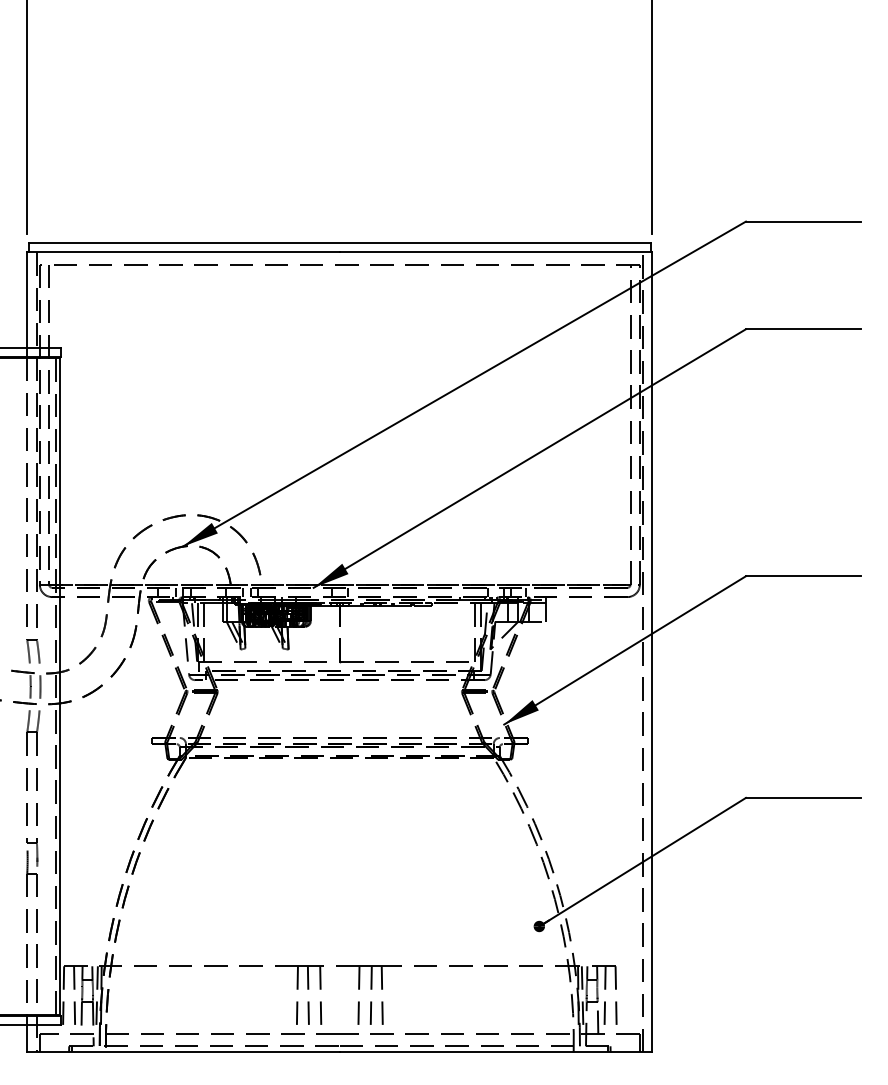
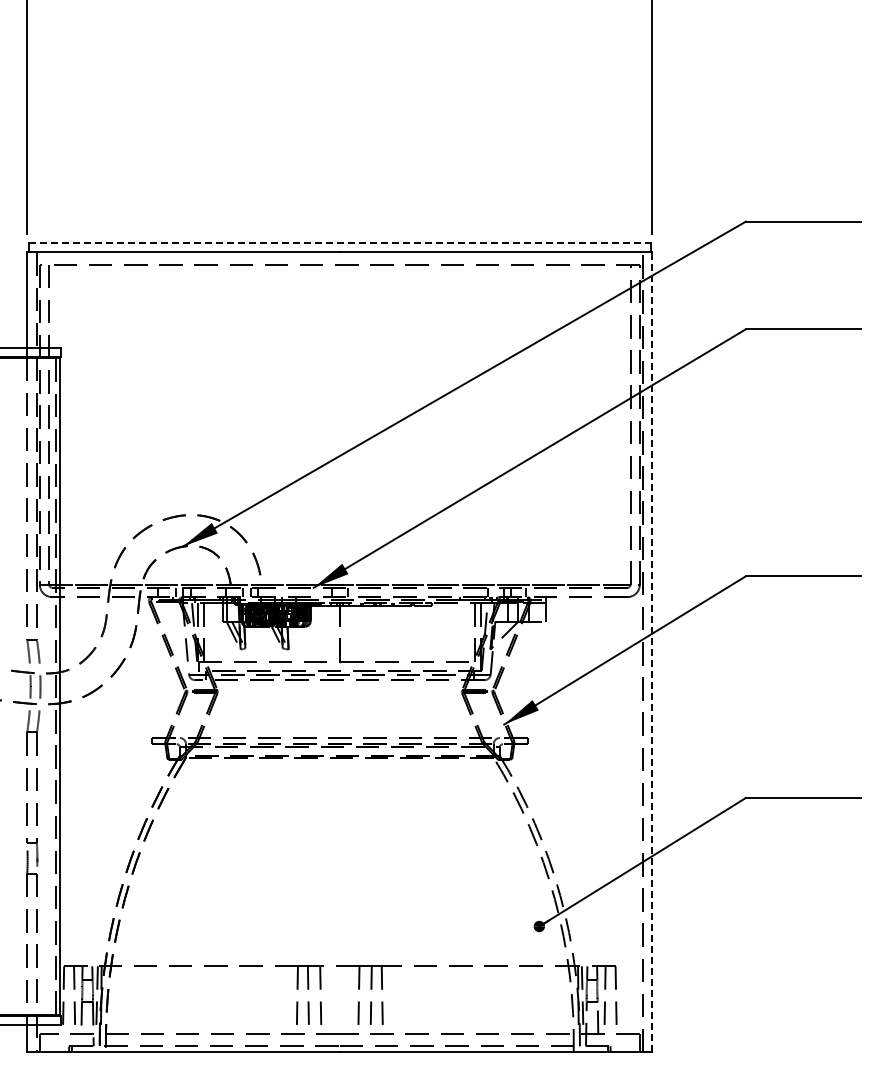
line at (339, 243): solid -> dashed
line at (652, 652): solid -> dashed
